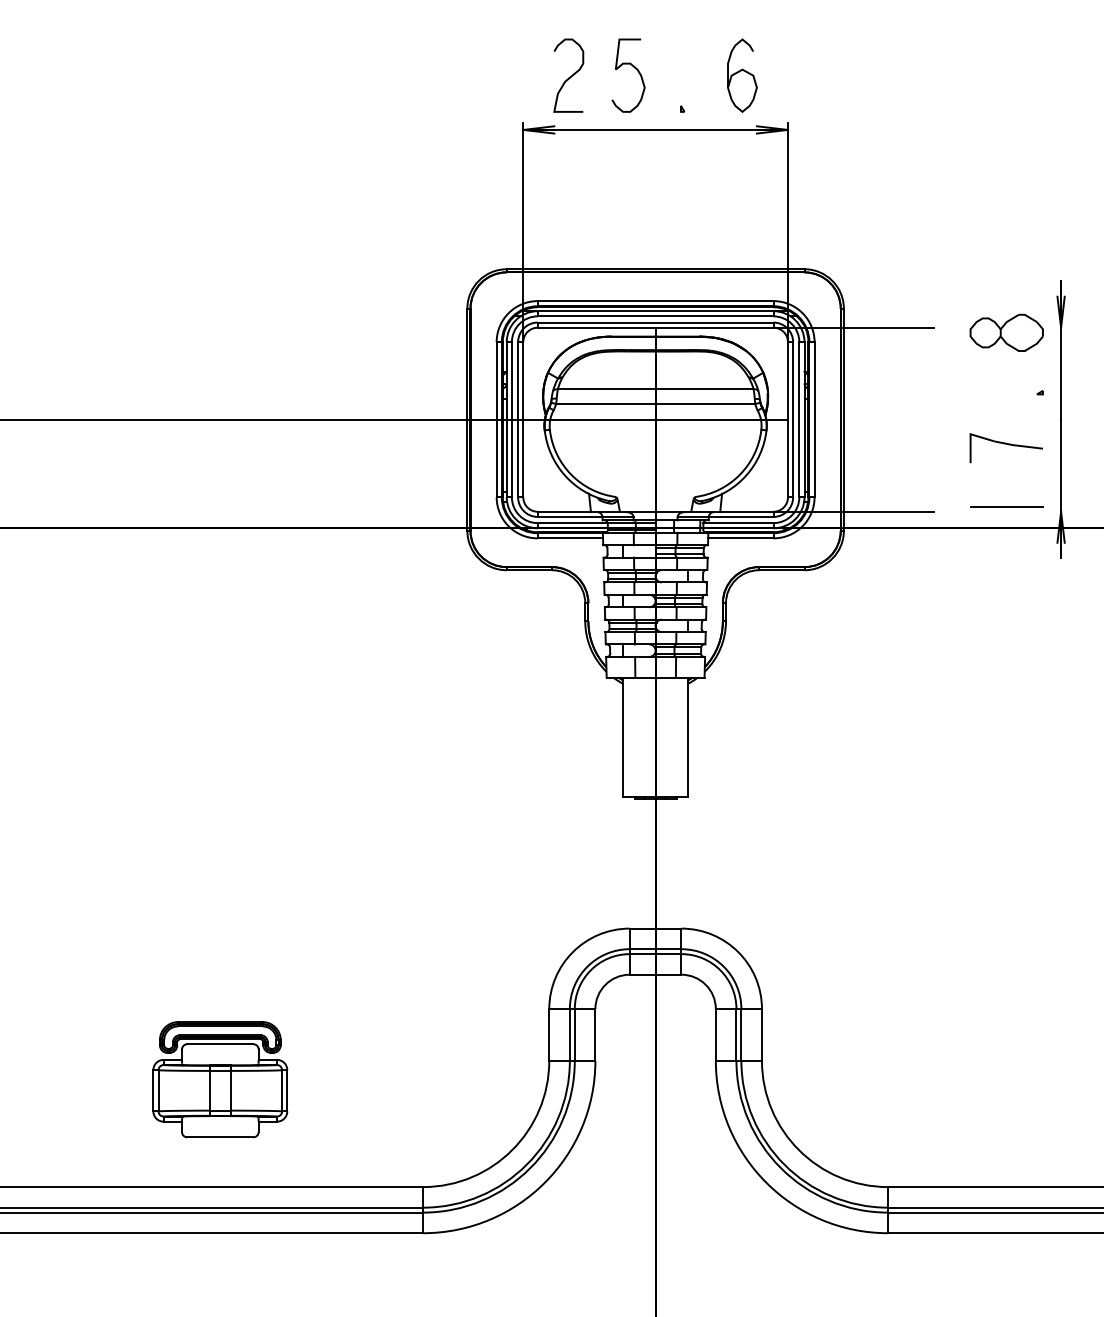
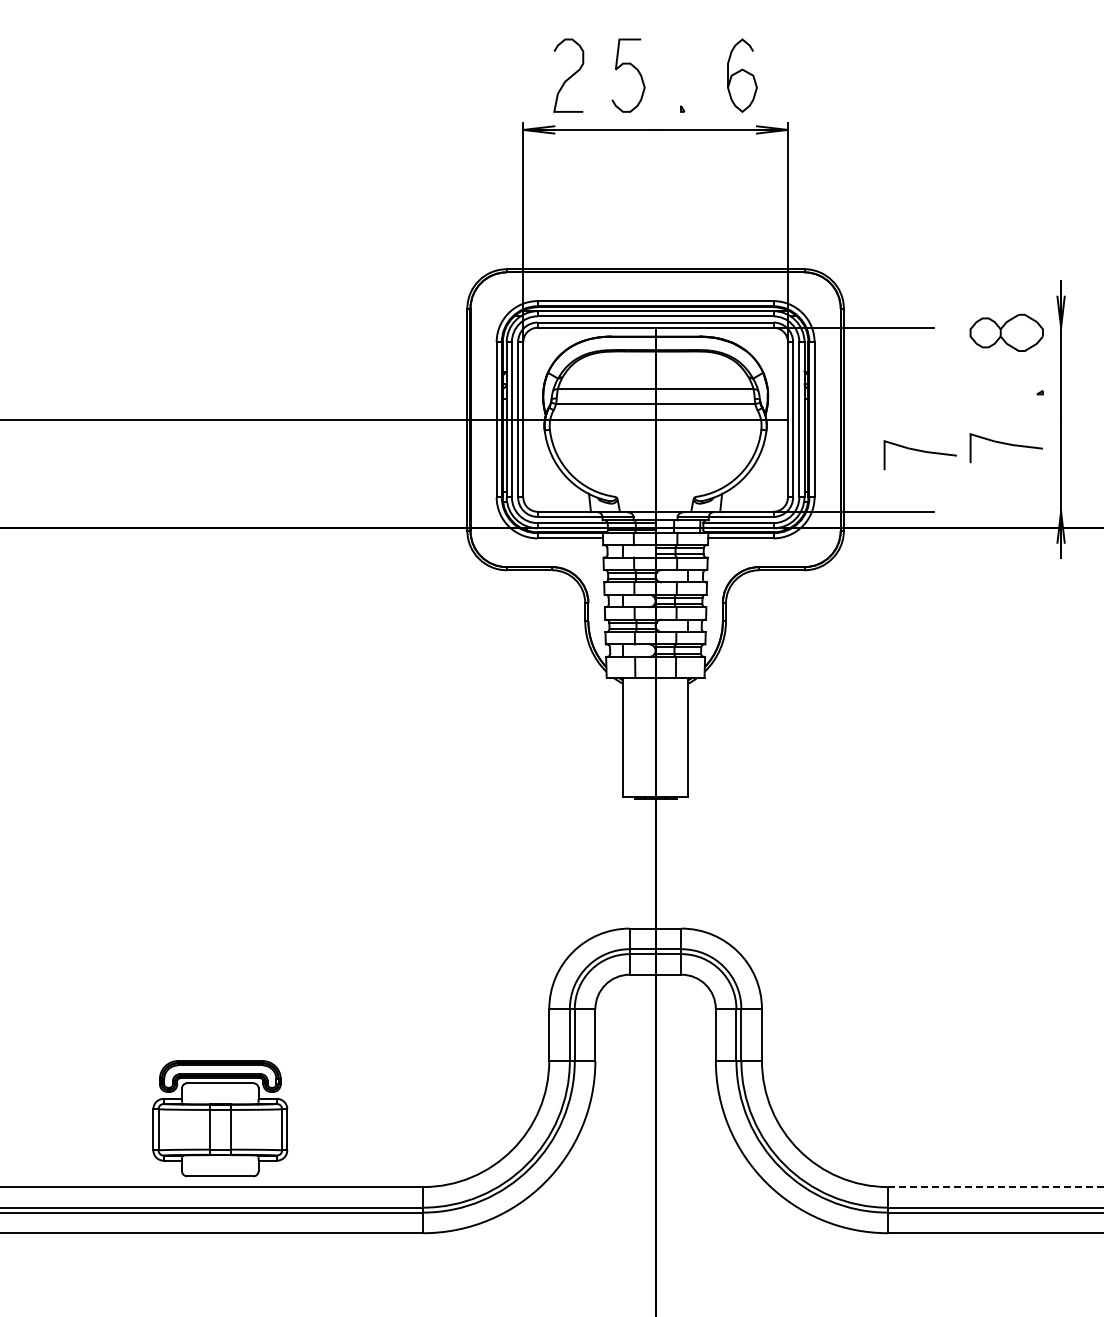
part at (919, 455): none -> present
line at (1006, 506): present -> none
part at (220, 1079) position: (220, 1079) -> (220, 1118)
line at (996, 1187): solid -> dashed
